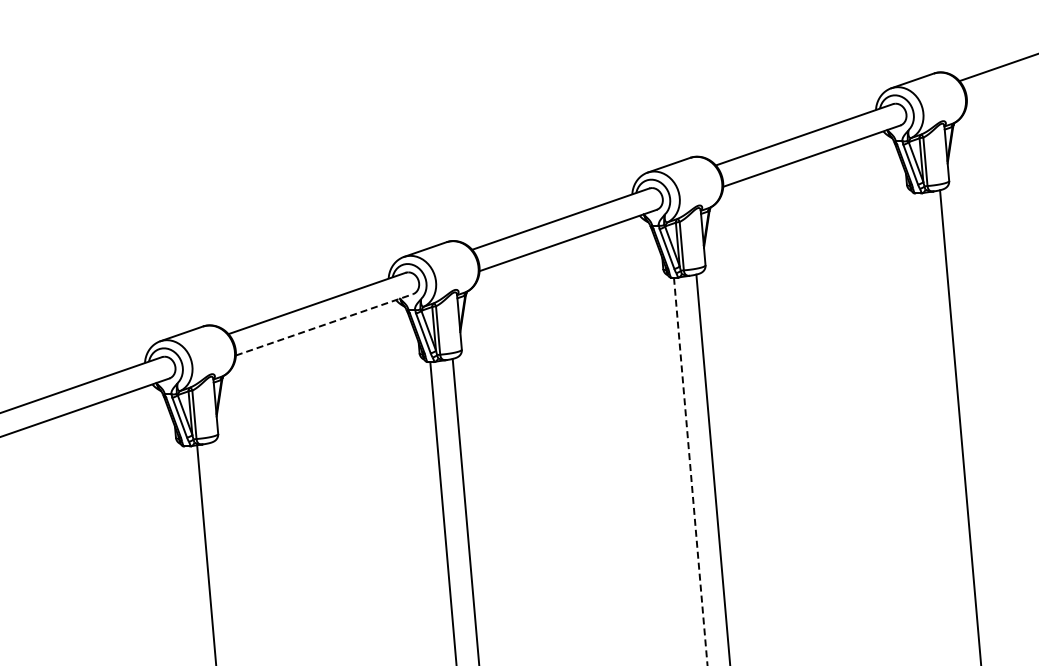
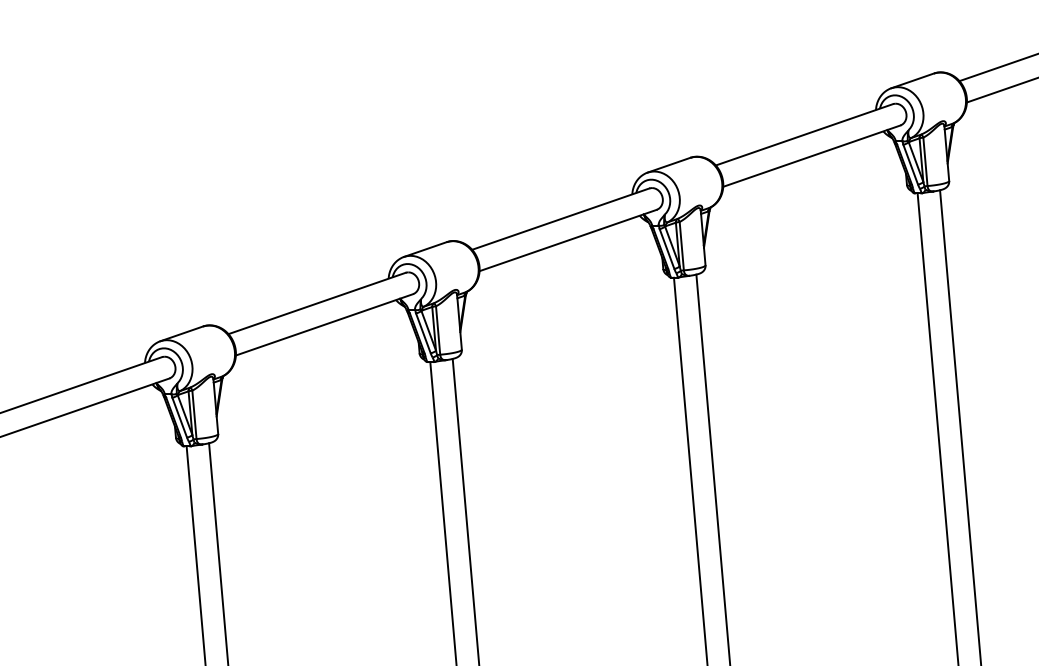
line at (1000, 90): none -> present
line at (324, 324): dashed -> solid
line at (937, 427): none -> present
line at (690, 472): dashed -> solid
line at (206, 553) position: (206, 553) -> (218, 552)
line at (195, 554): none -> present
